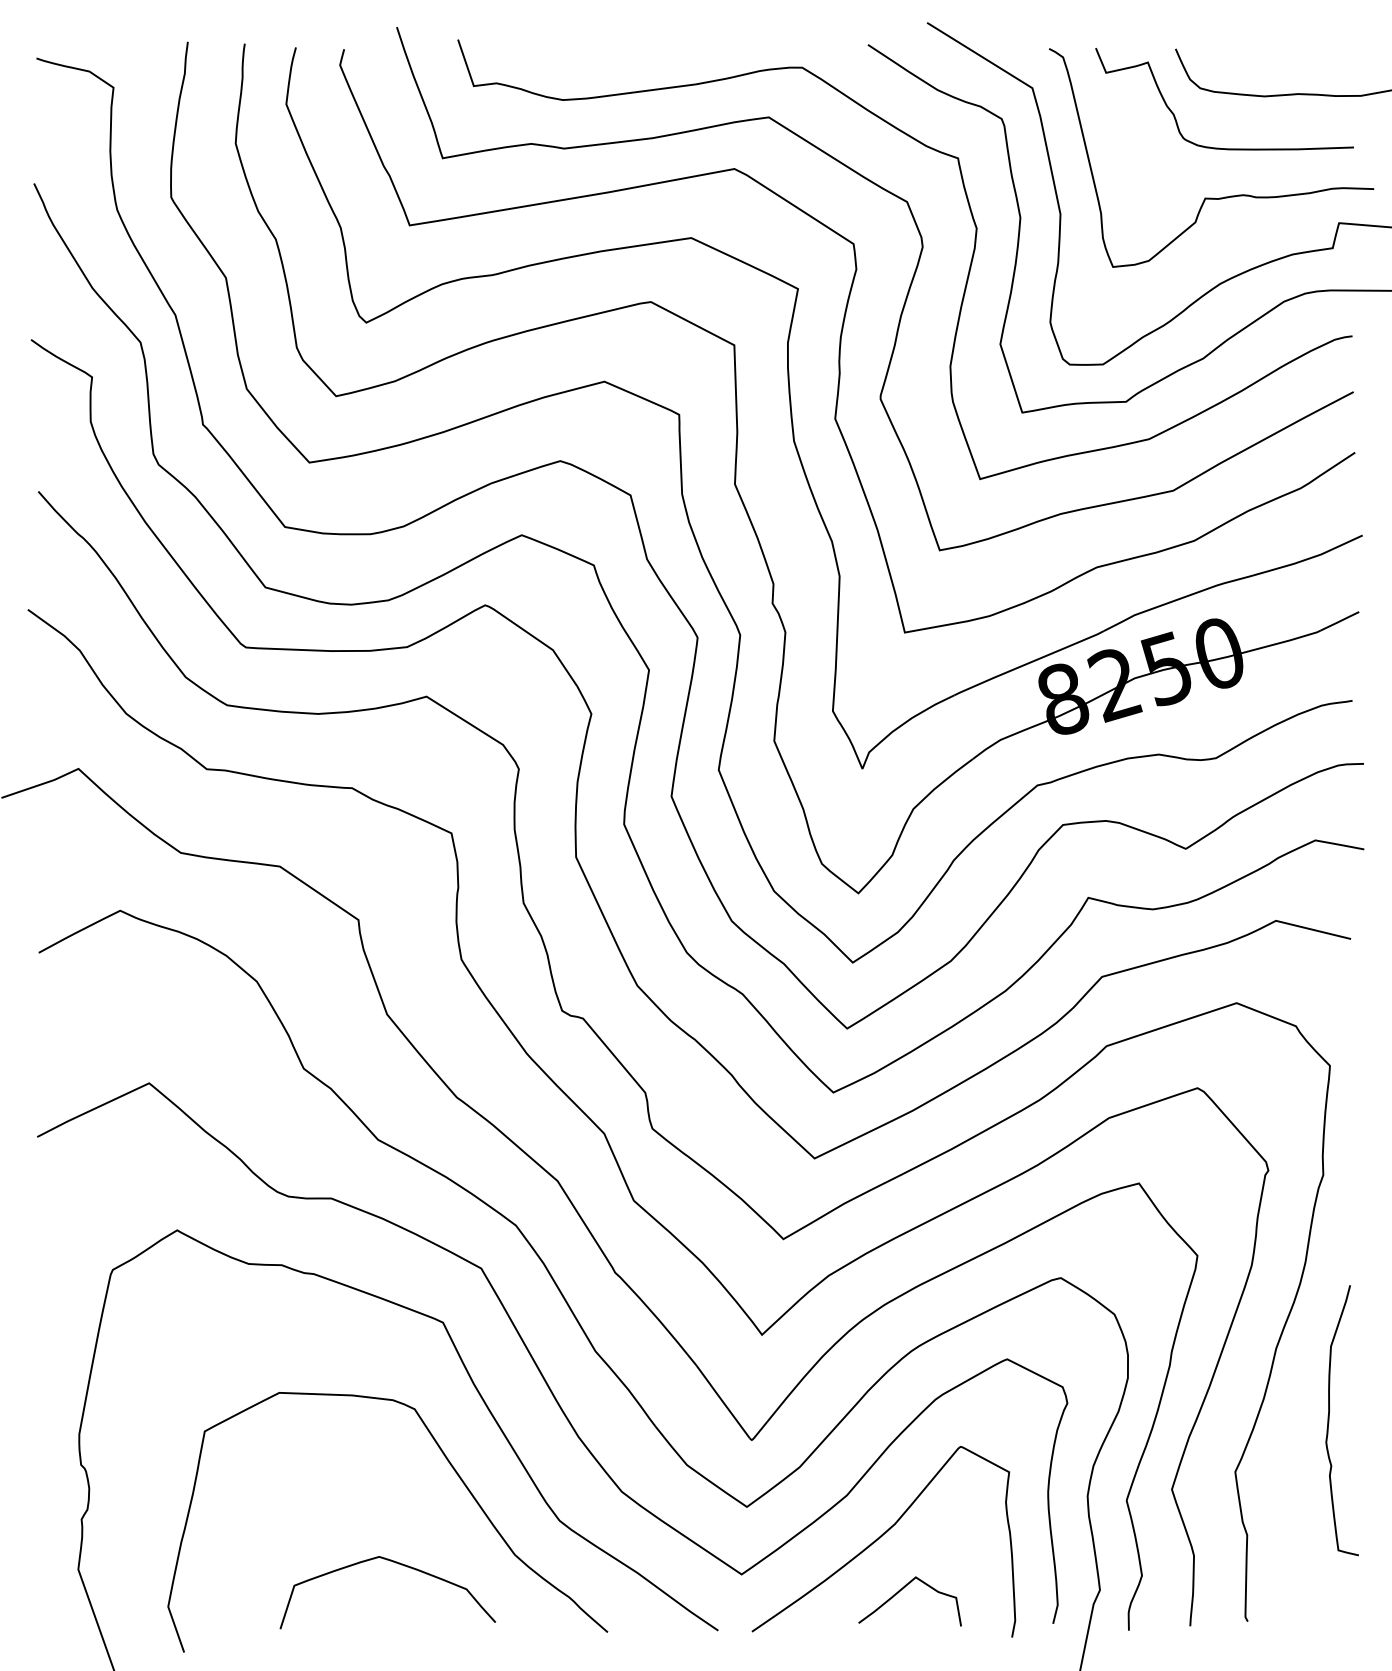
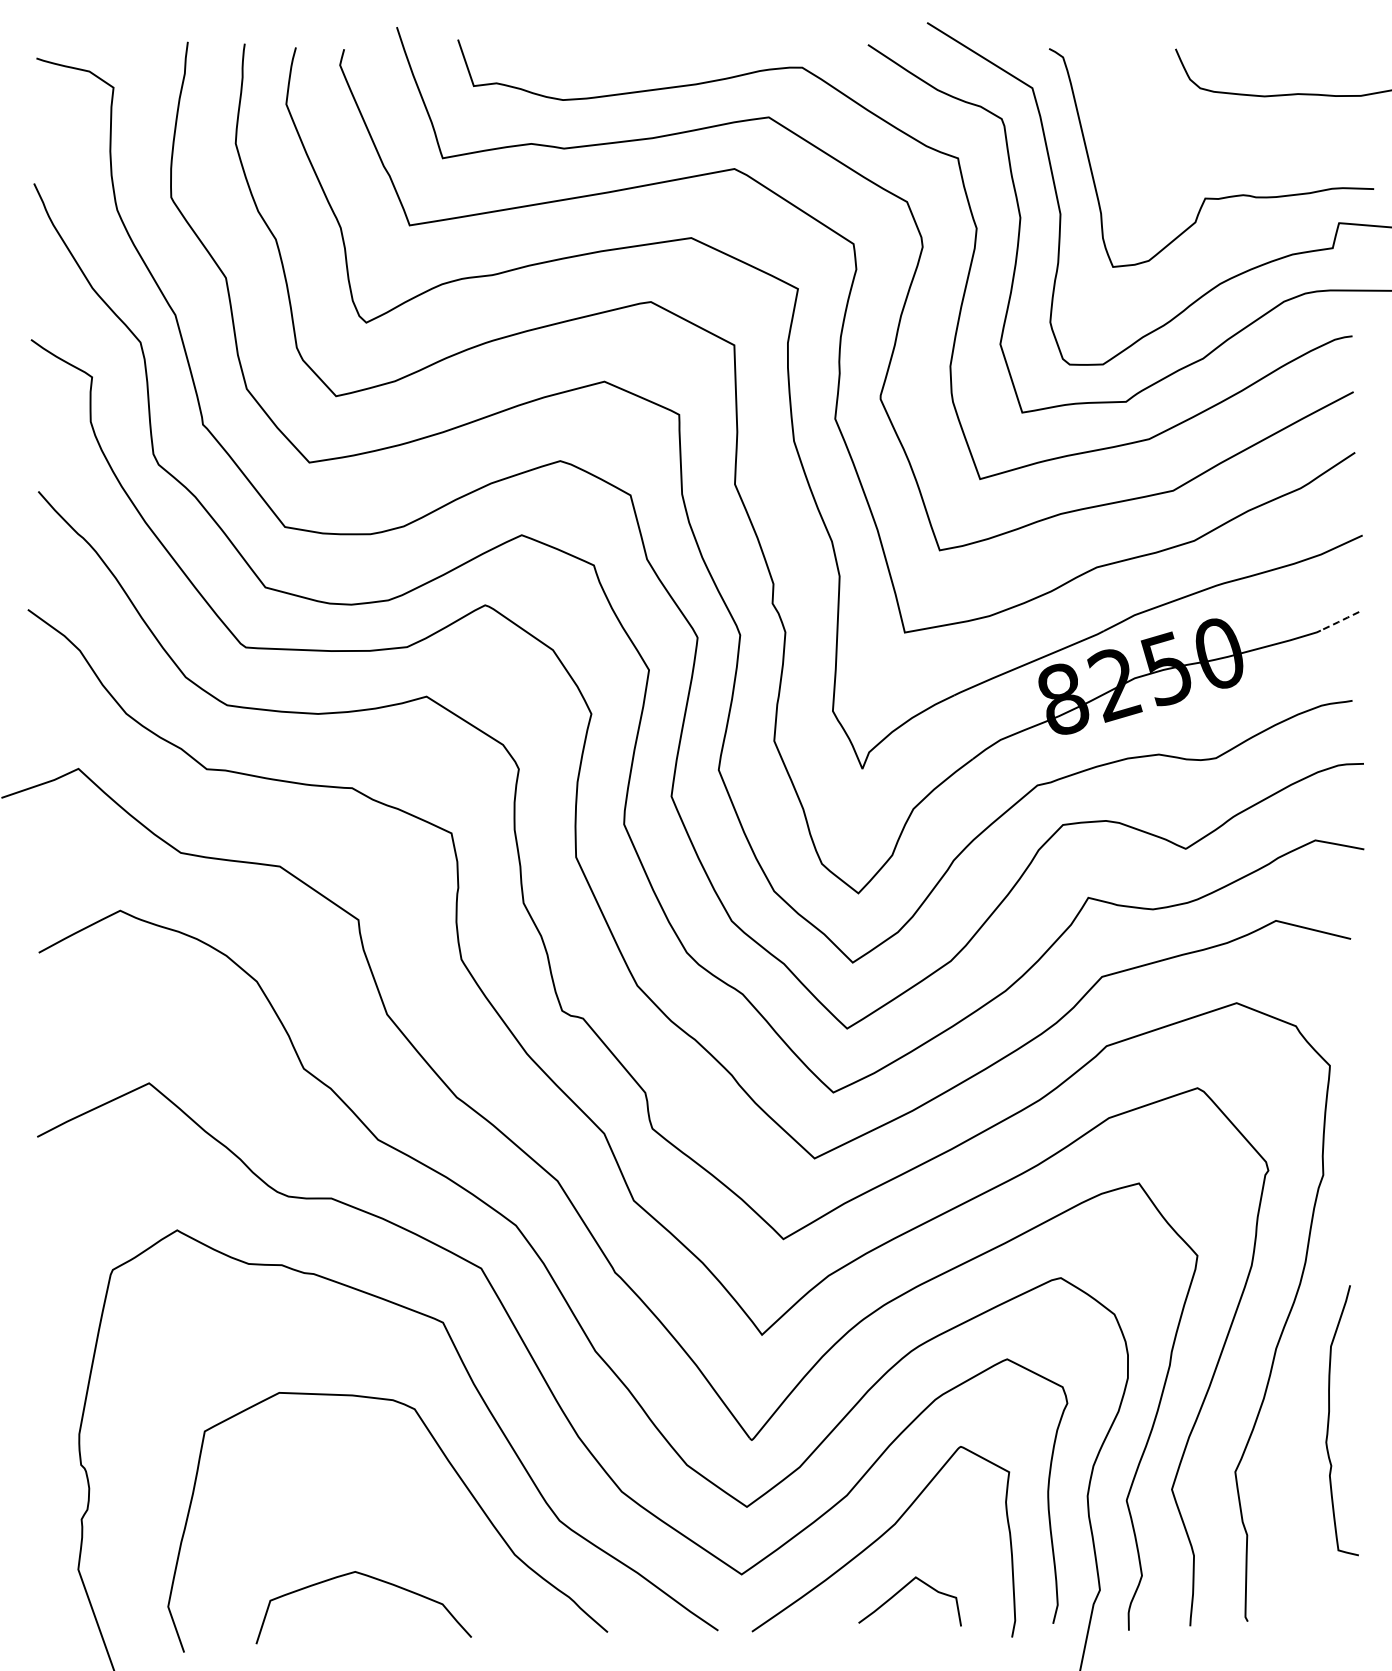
curve at (1219, 147): present -> none
line at (1339, 621): solid -> dashed
curve at (395, 1563) position: (395, 1563) -> (371, 1578)
